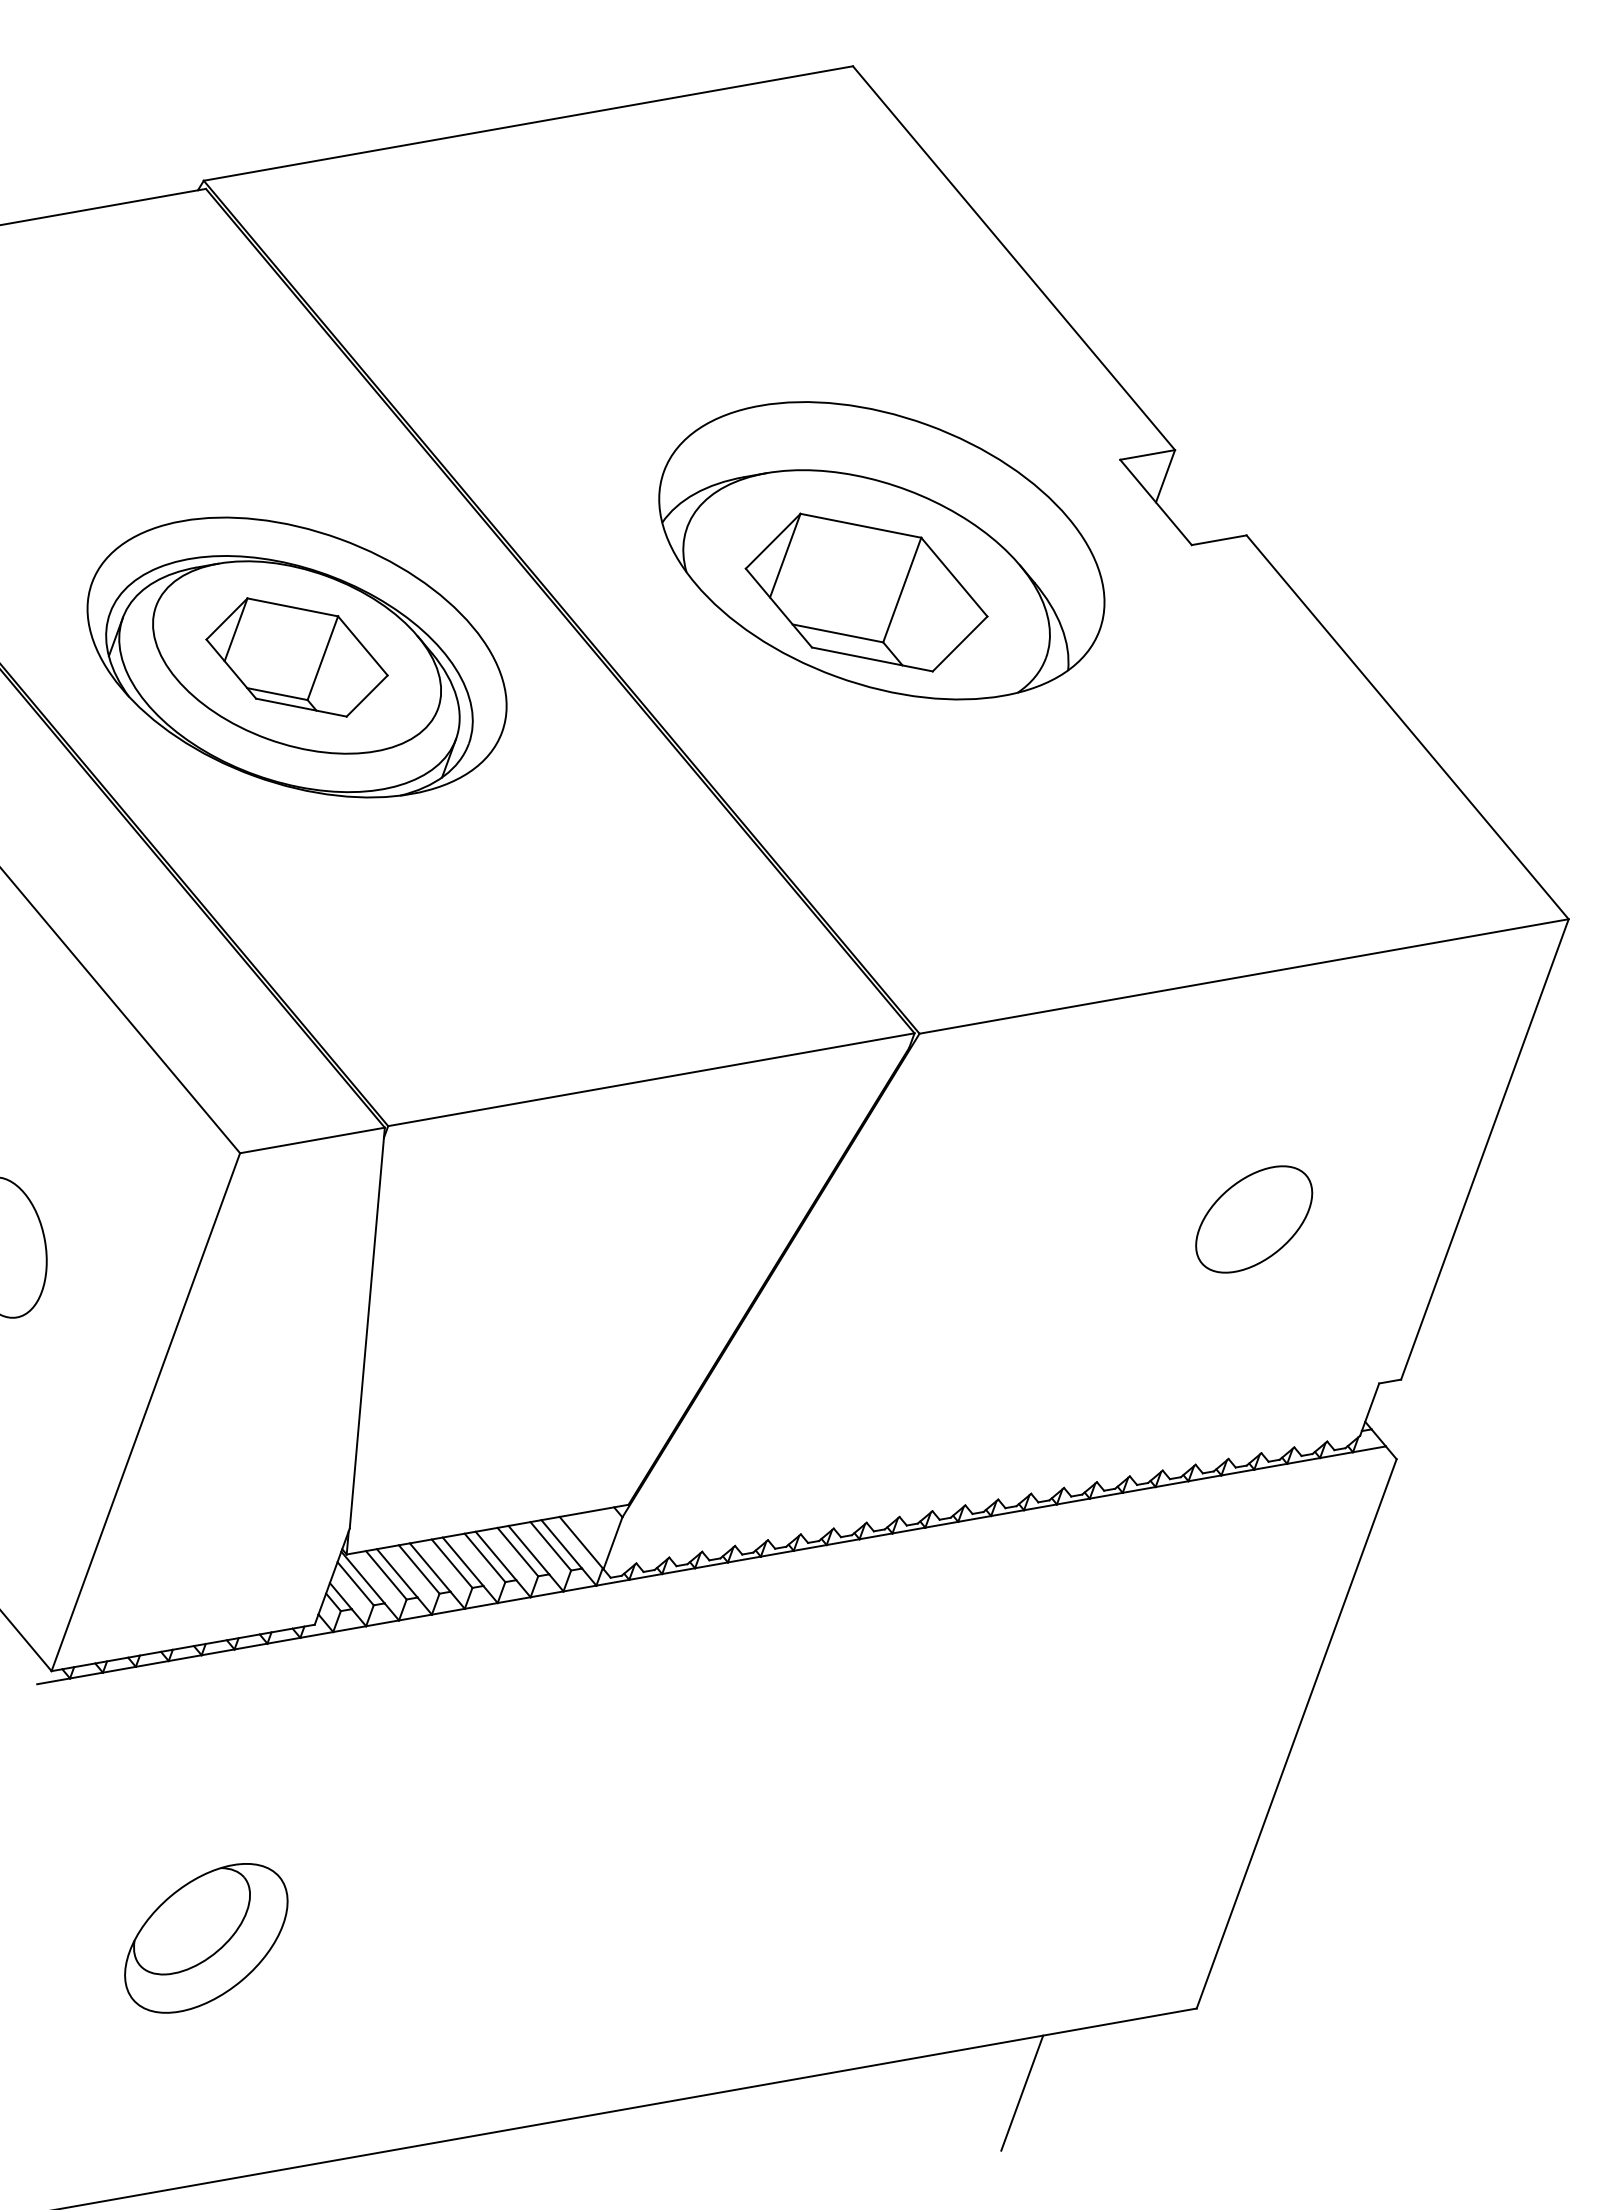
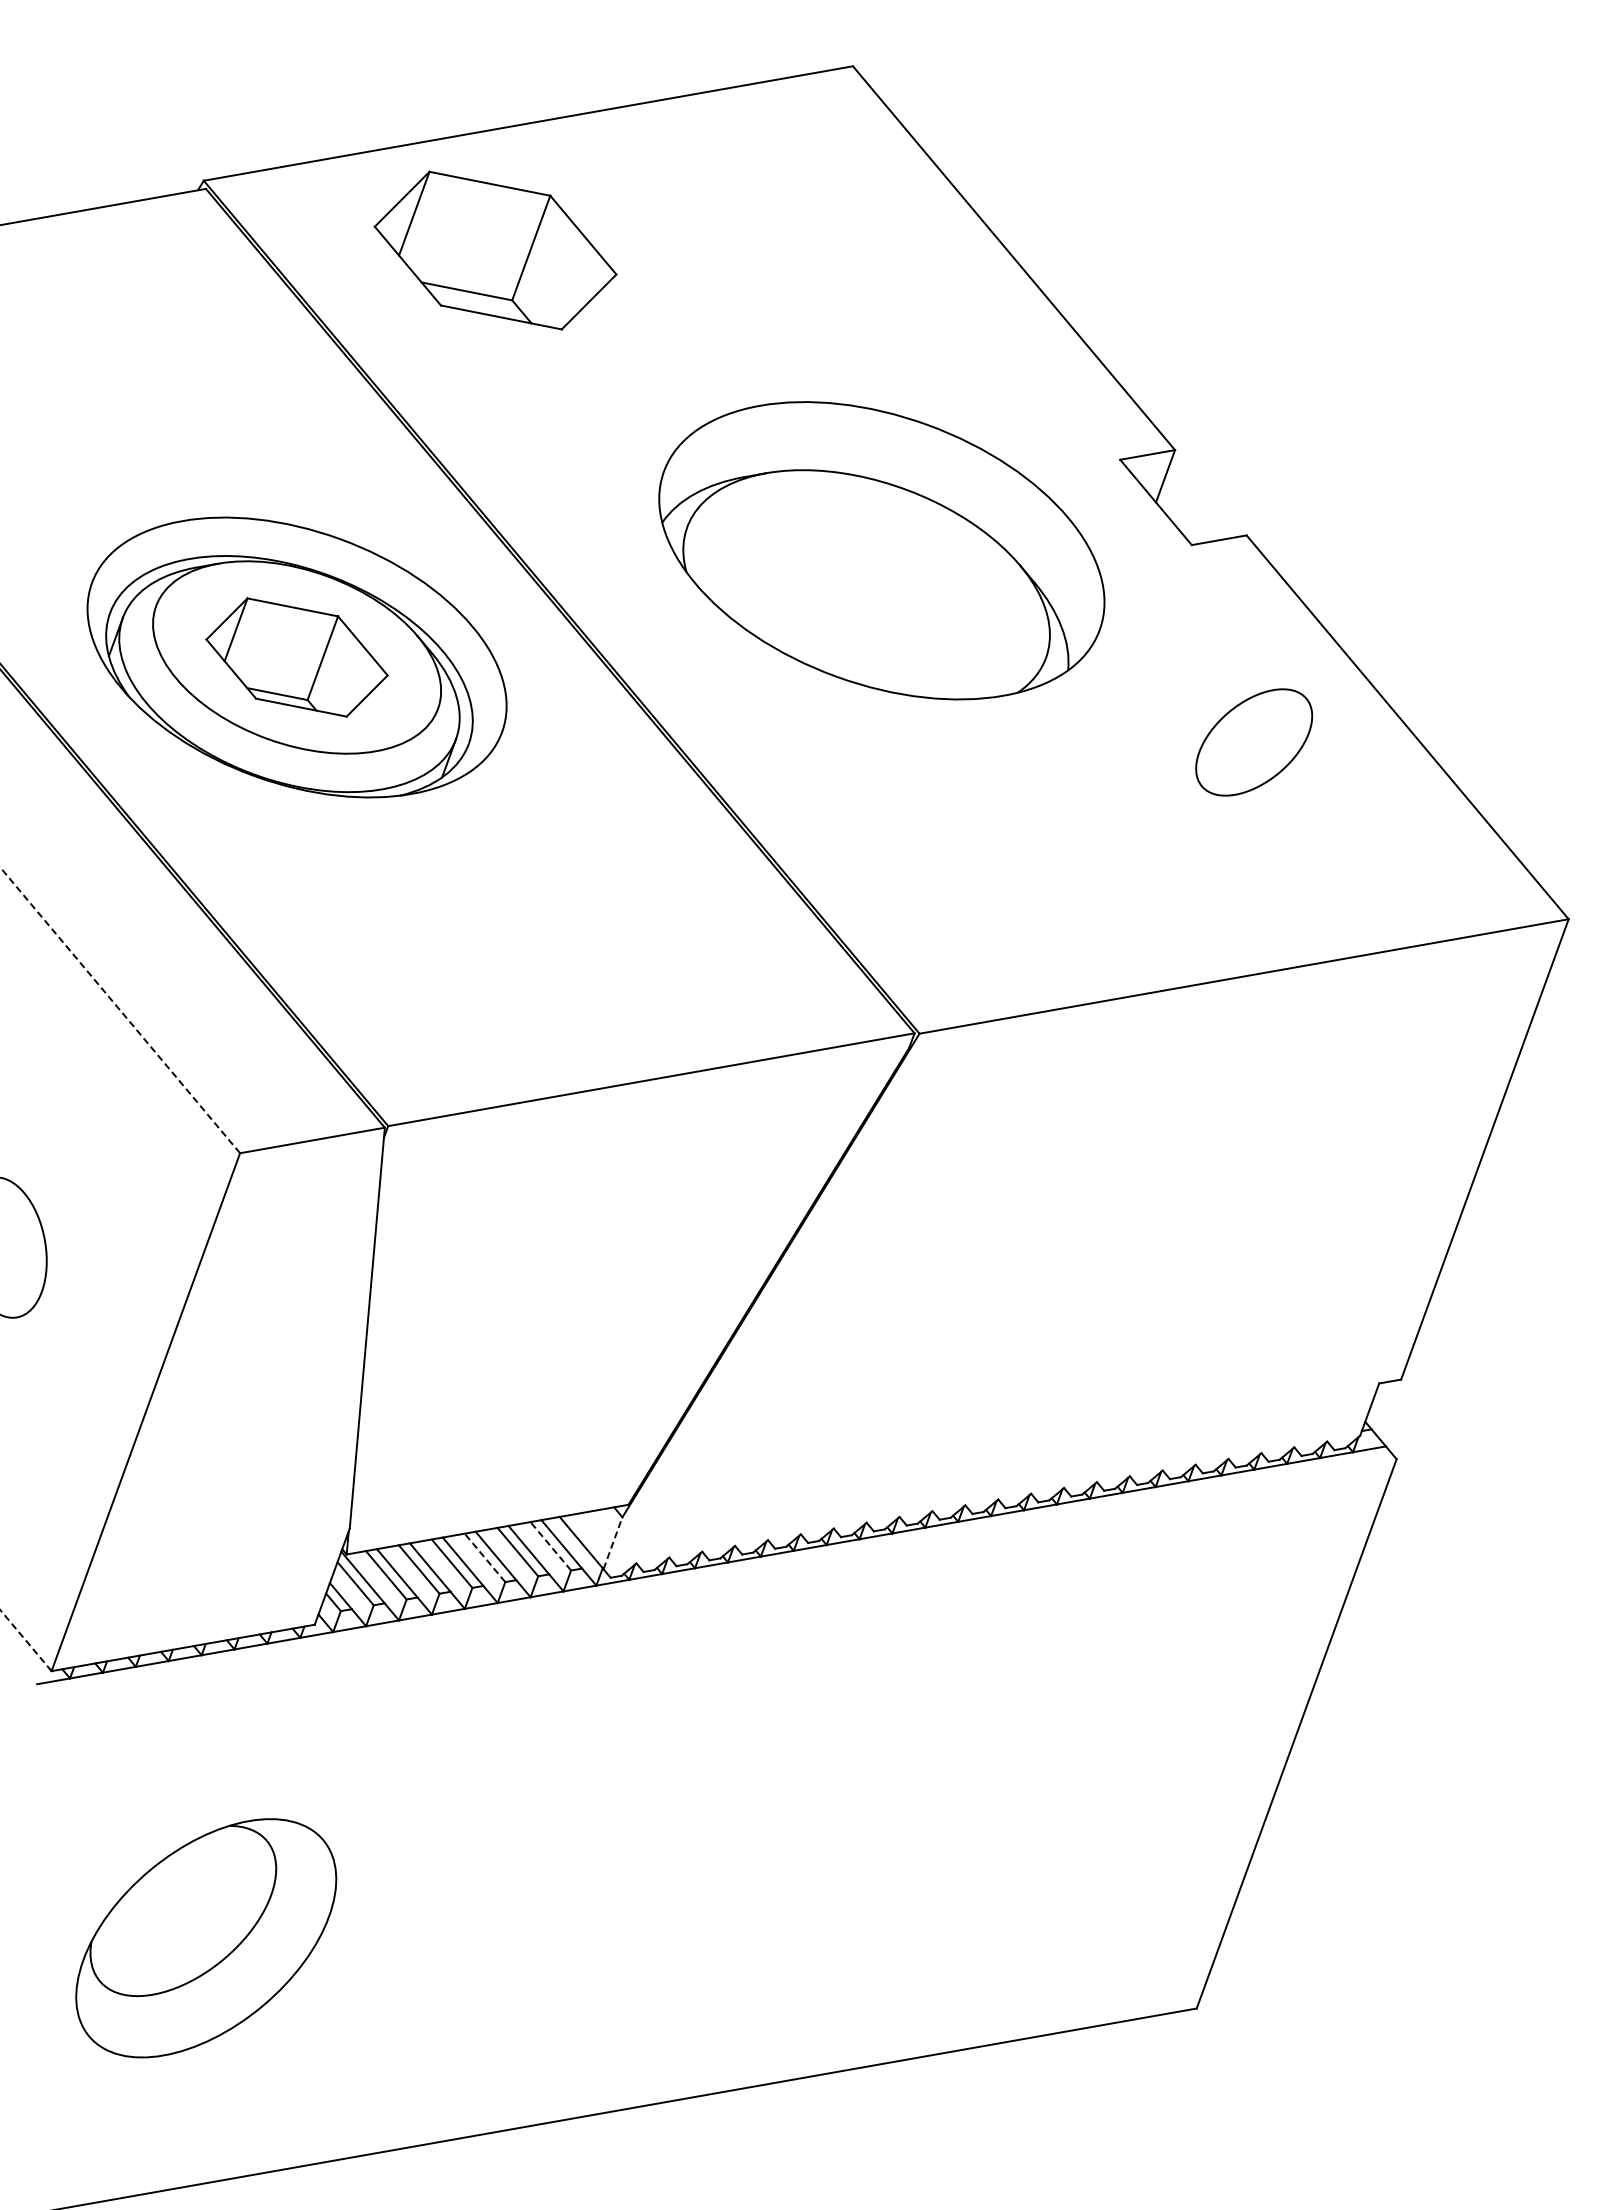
part at (866, 592) position: (866, 592) -> (495, 250)
line at (119, 1010): solid -> dashed
part at (1254, 1219) position: (1254, 1219) -> (1254, 742)
line at (613, 1543): solid -> dashed
line at (550, 1546): solid -> dashed
line at (485, 1557): solid -> dashed
line at (25, 1640): solid -> dashed
part at (206, 1938) size: 165x151 px -> 263x241 px
line at (1022, 2092): present -> none
